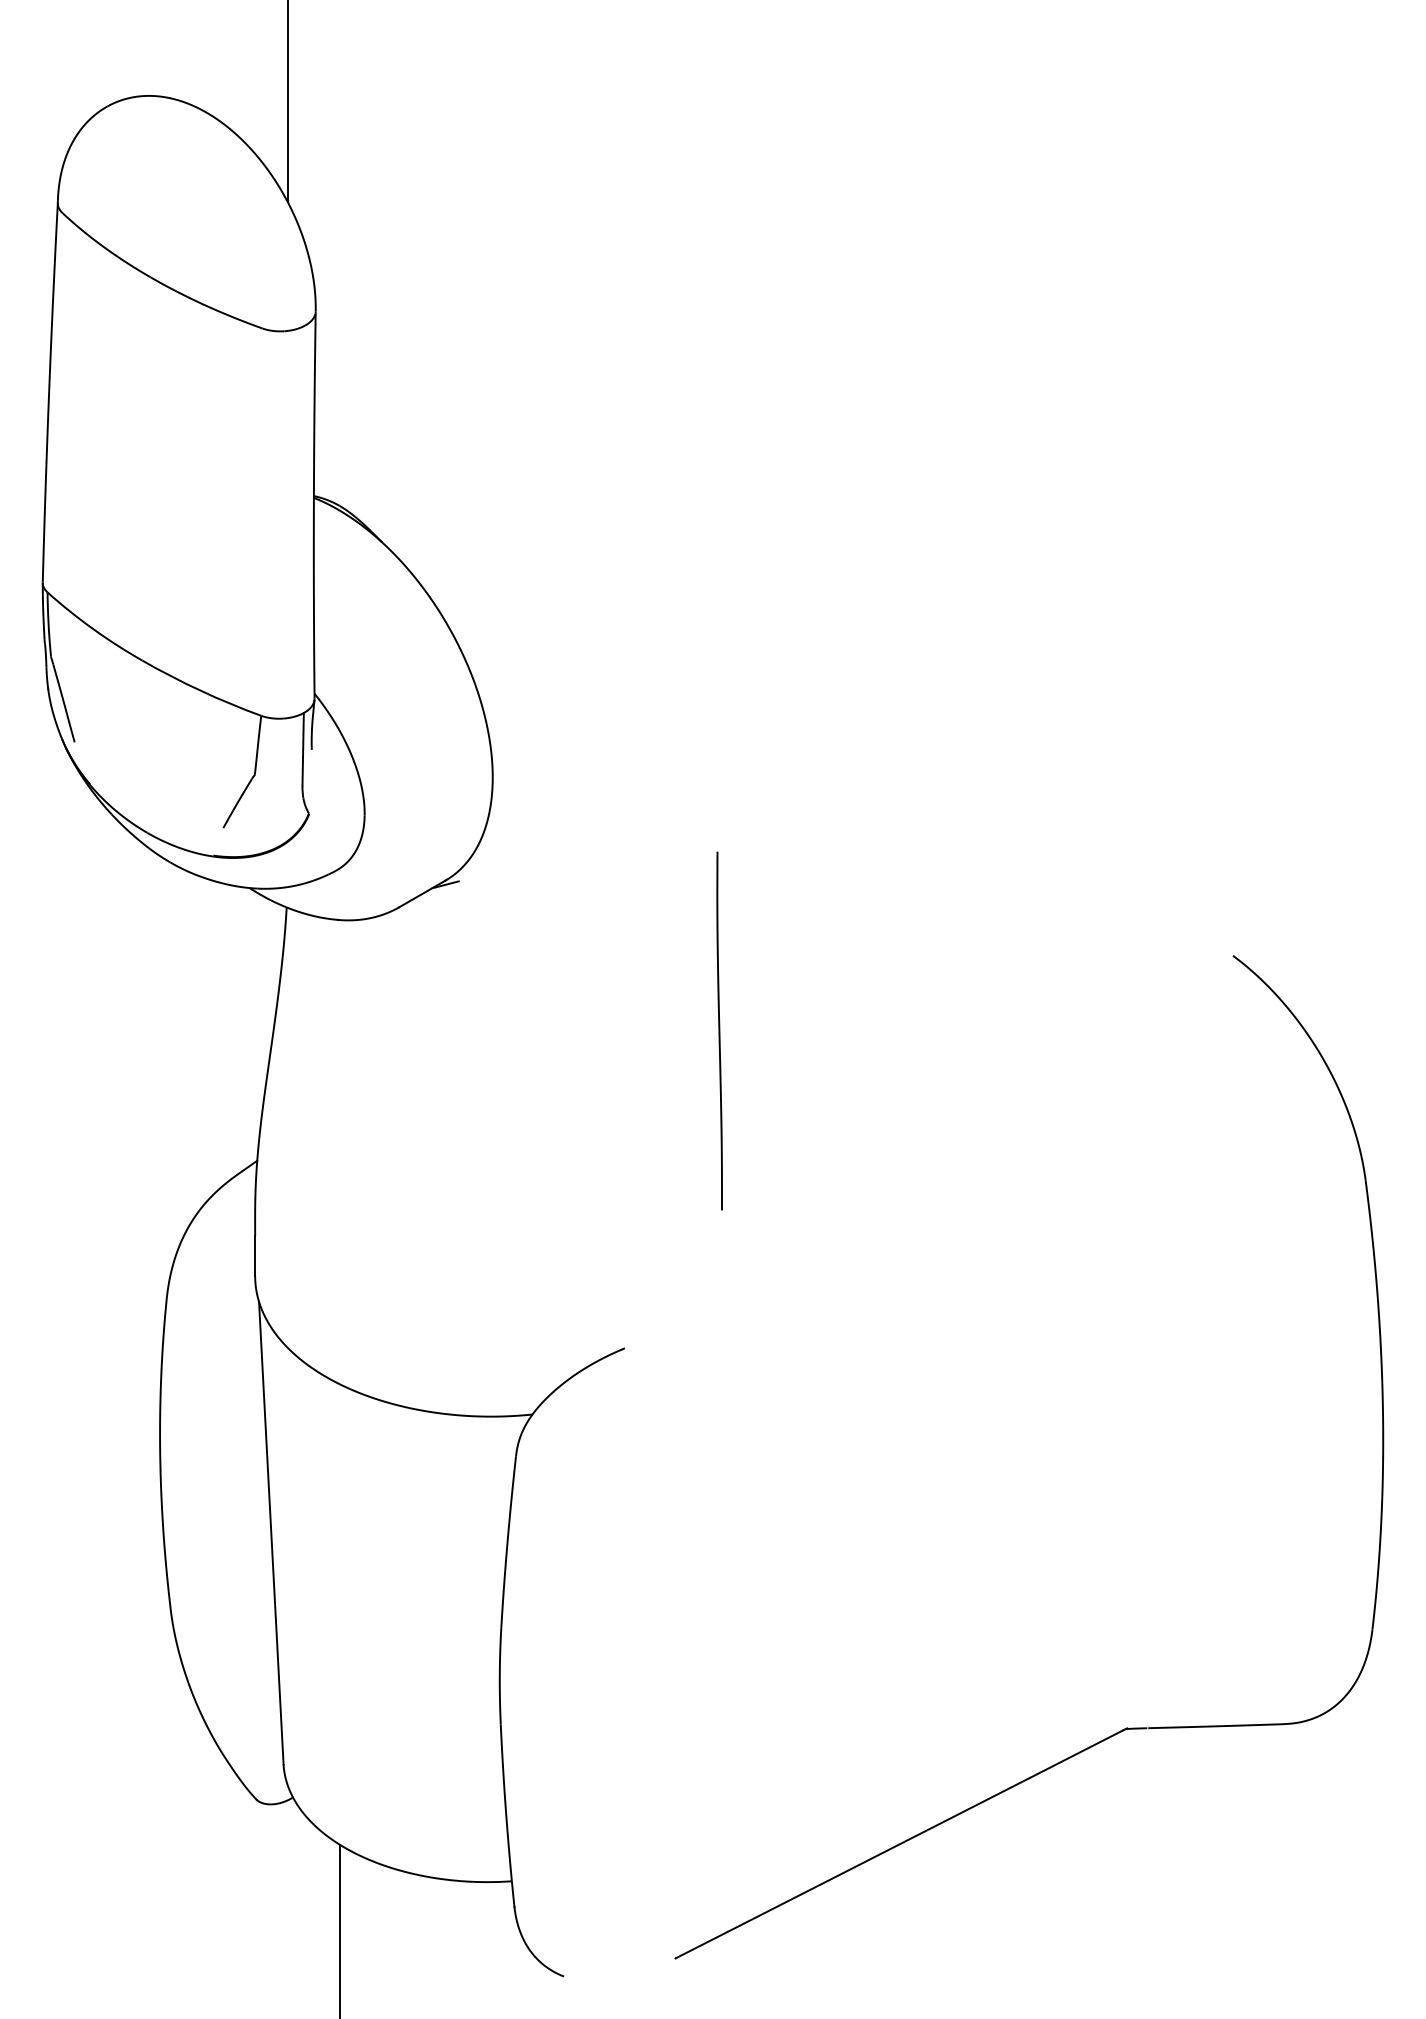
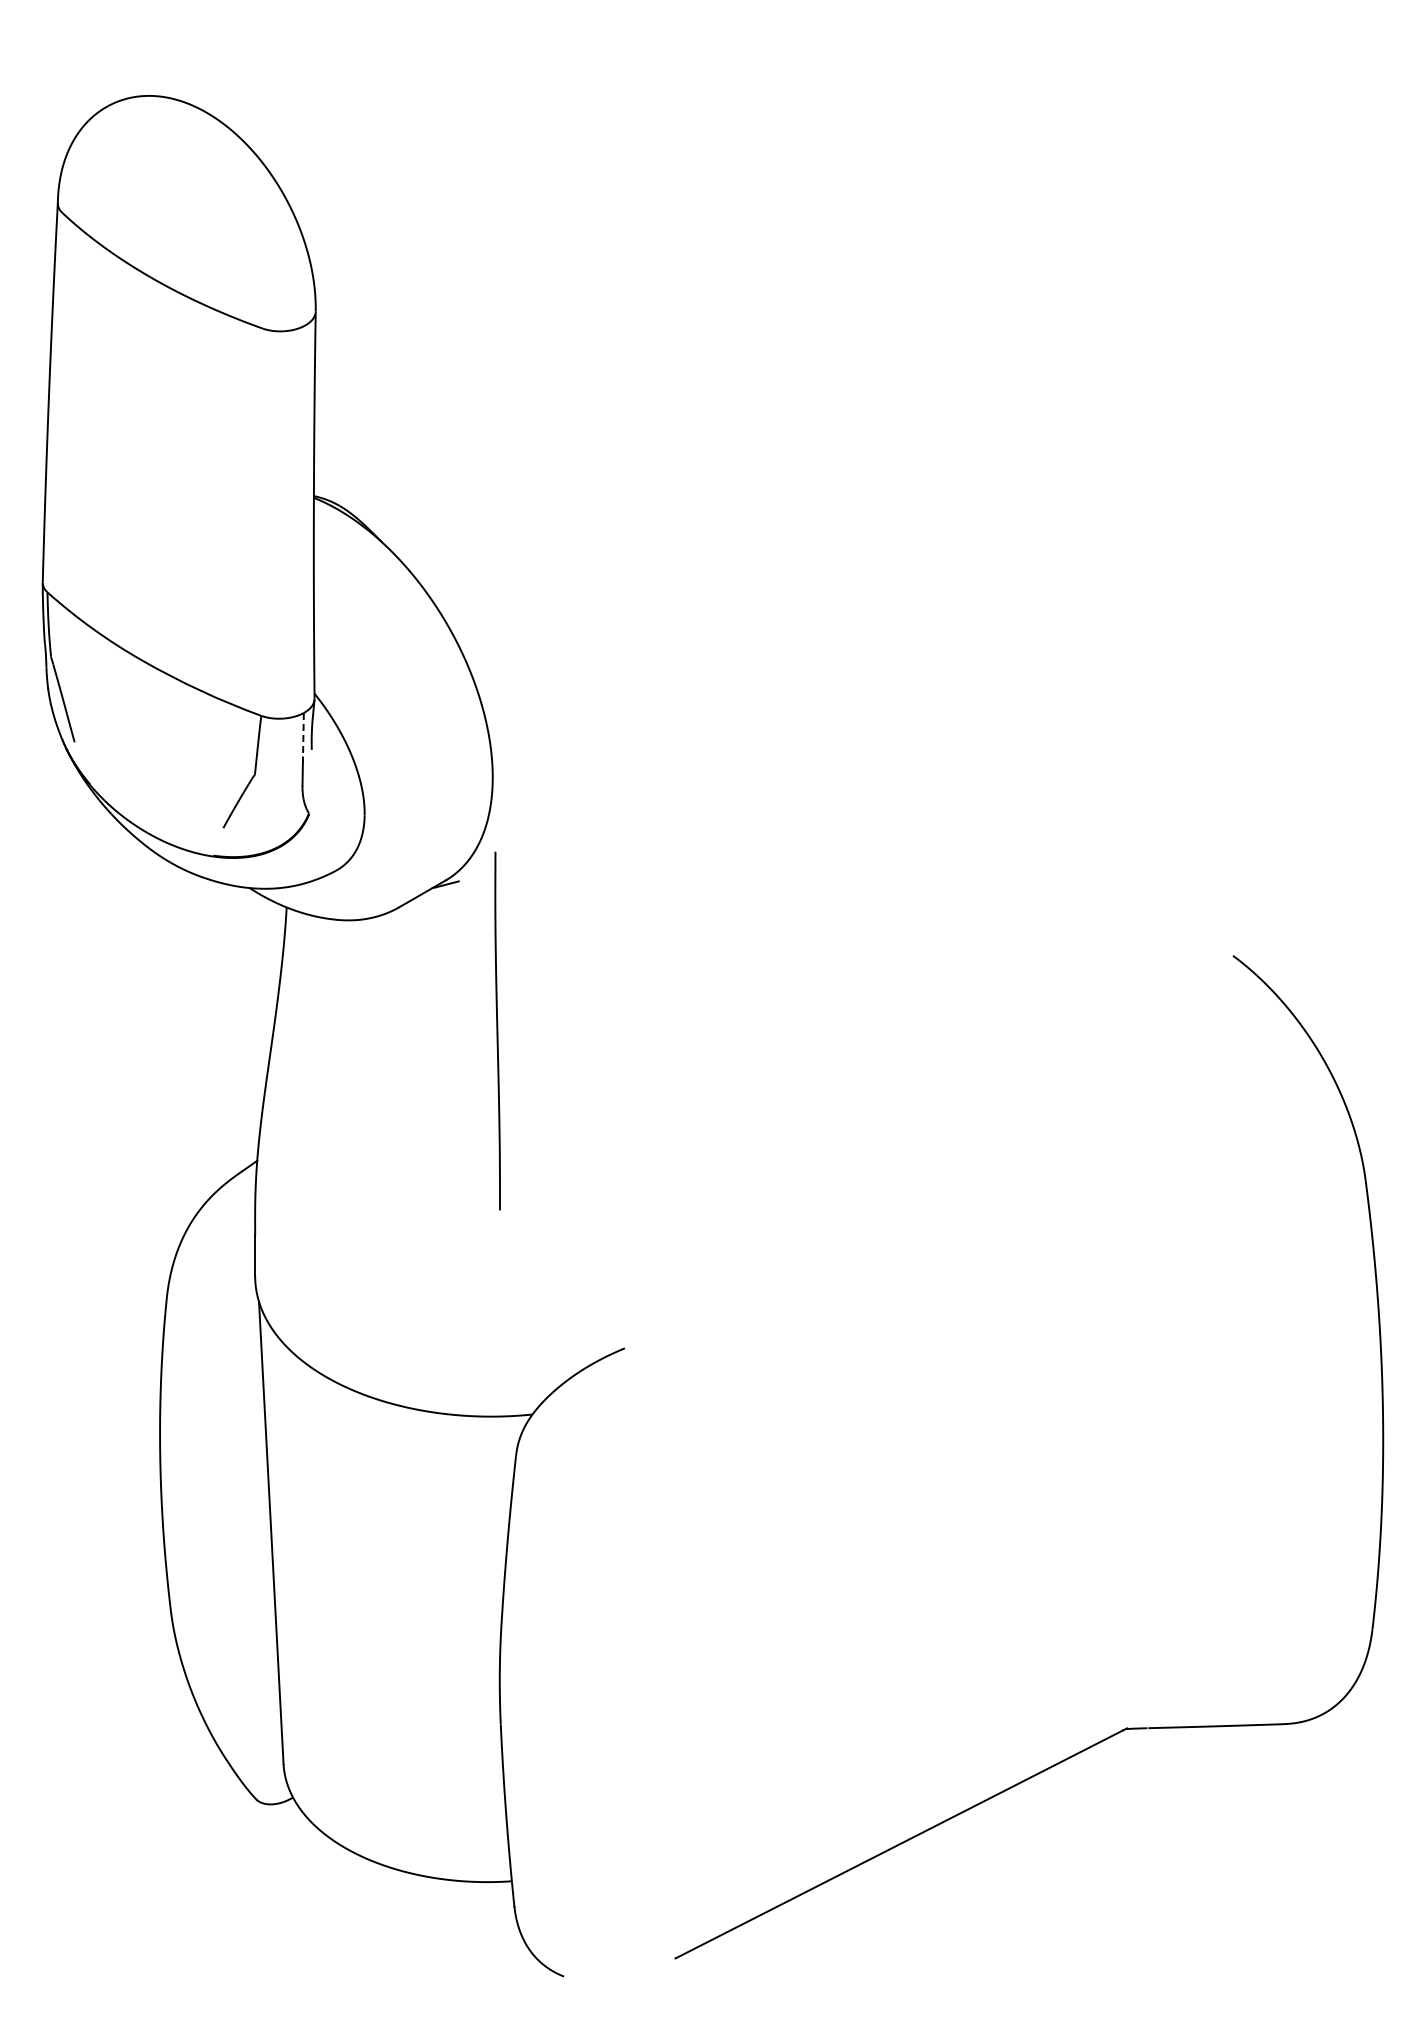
line at (287, 101): present -> none
line at (303, 735): solid -> dashed
curve at (719, 1030) position: (719, 1030) -> (497, 1030)
line at (339, 1929): present -> none
